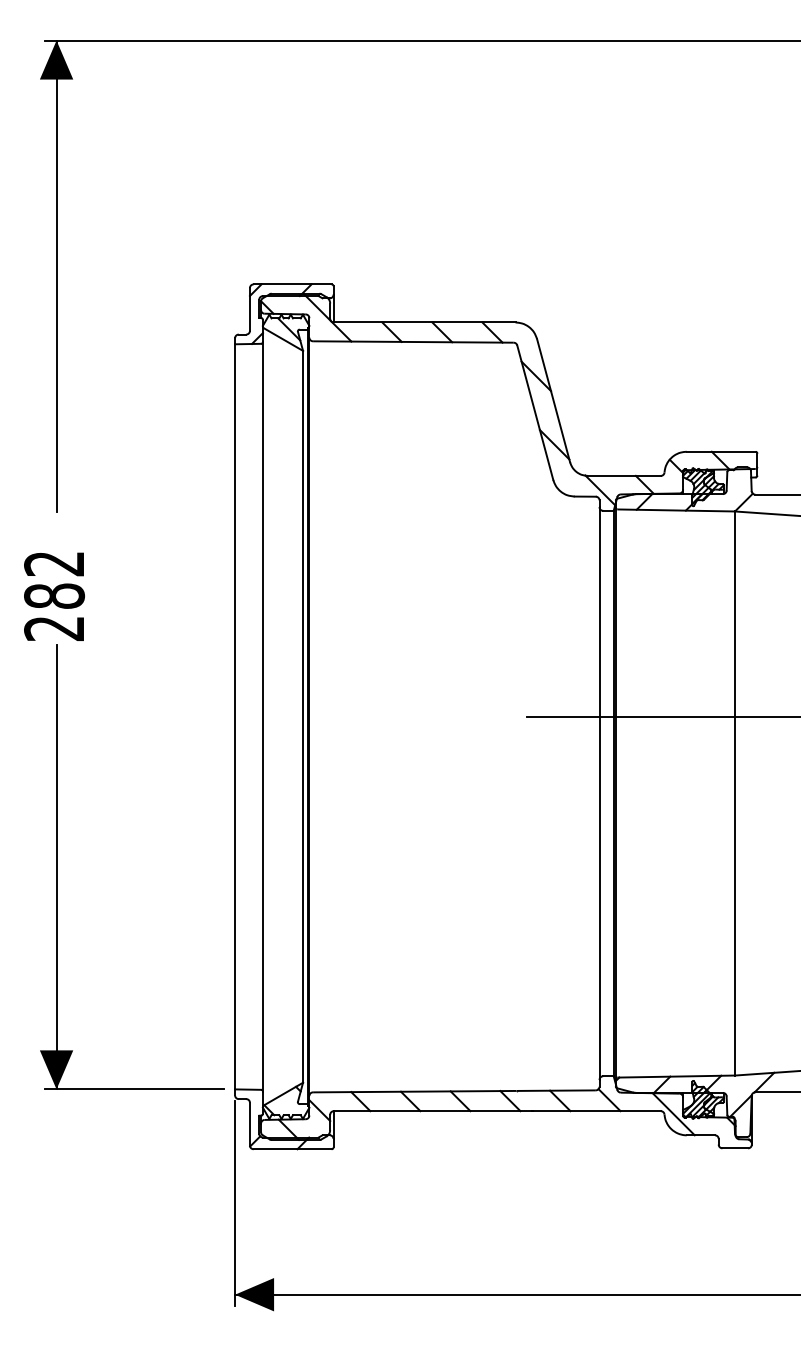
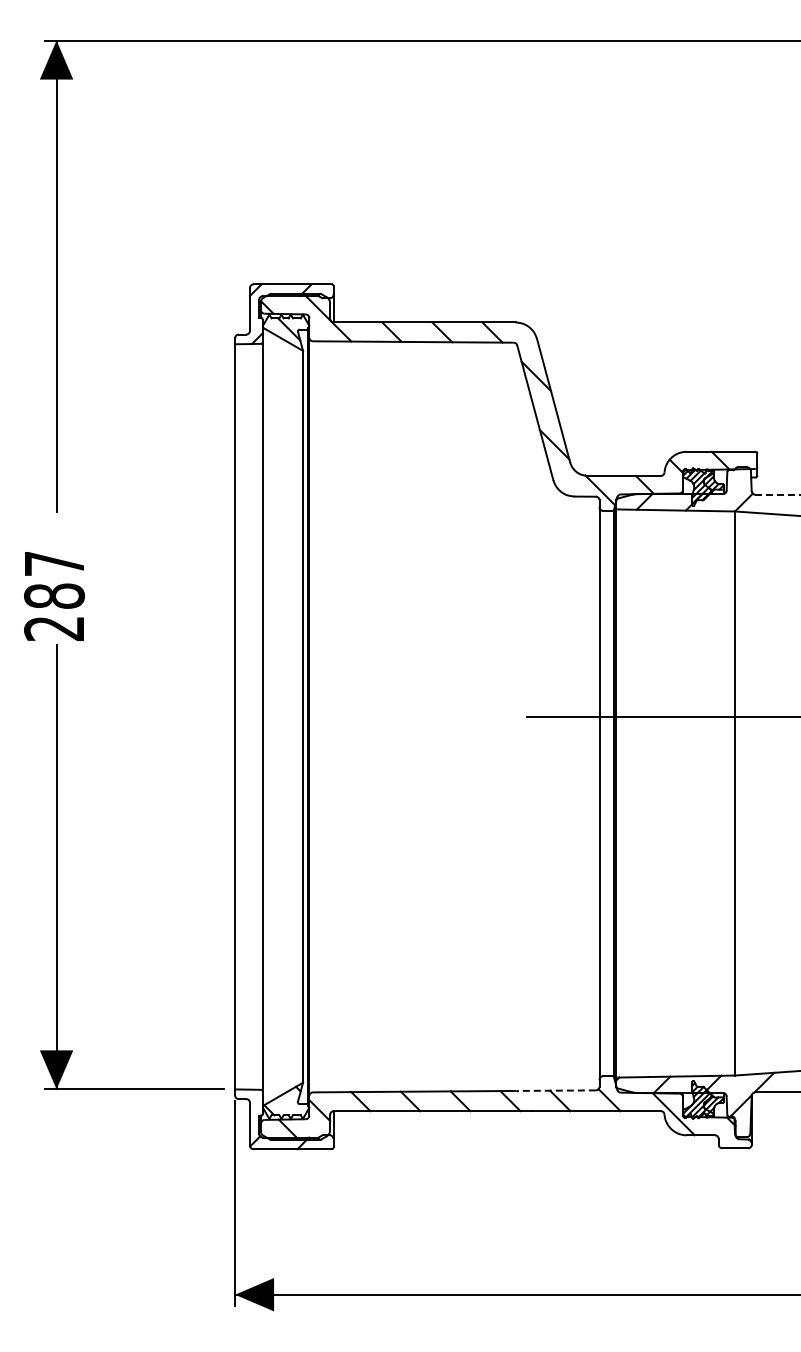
line at (778, 494): solid -> dashed
text at (53, 564): 282 -> 287
line at (555, 1090): solid -> dashed
